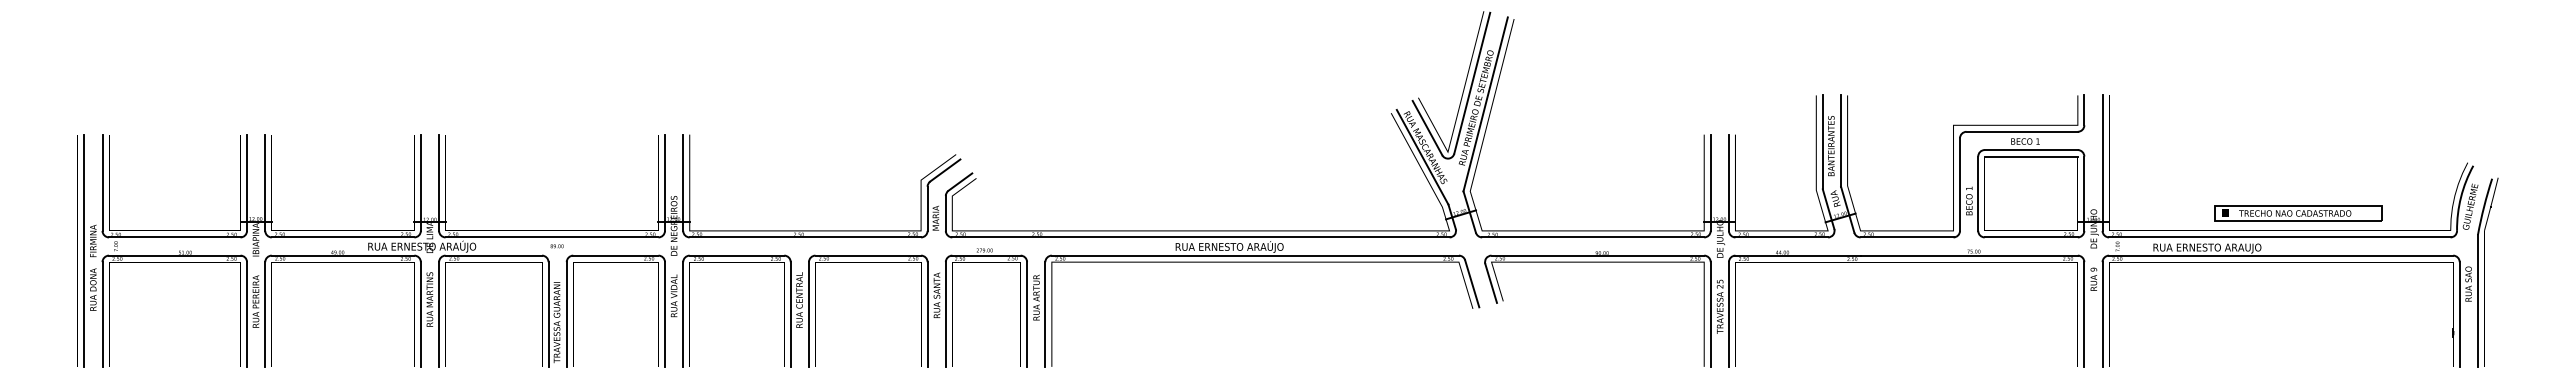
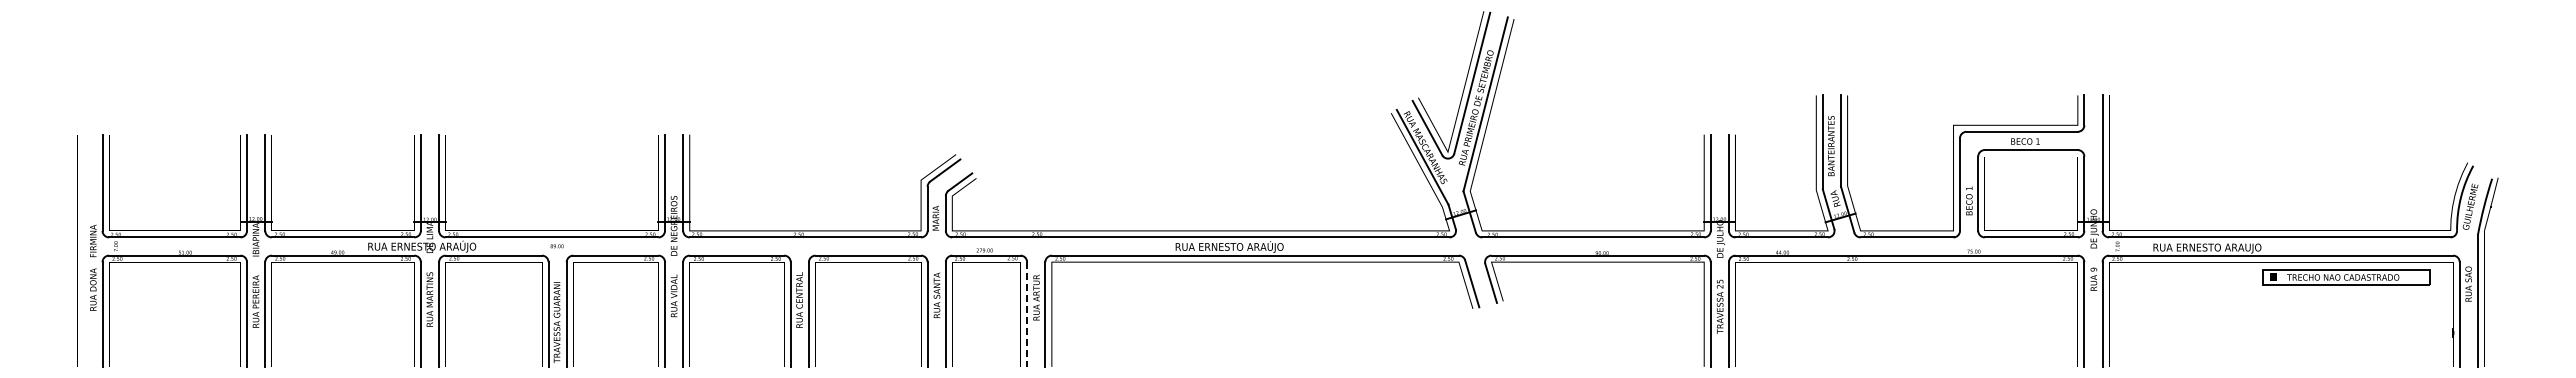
line at (2030, 156): present -> none
part at (2298, 213) position: (2298, 213) -> (2346, 277)
line at (84, 250): present -> none
line at (1027, 315): solid -> dashed
